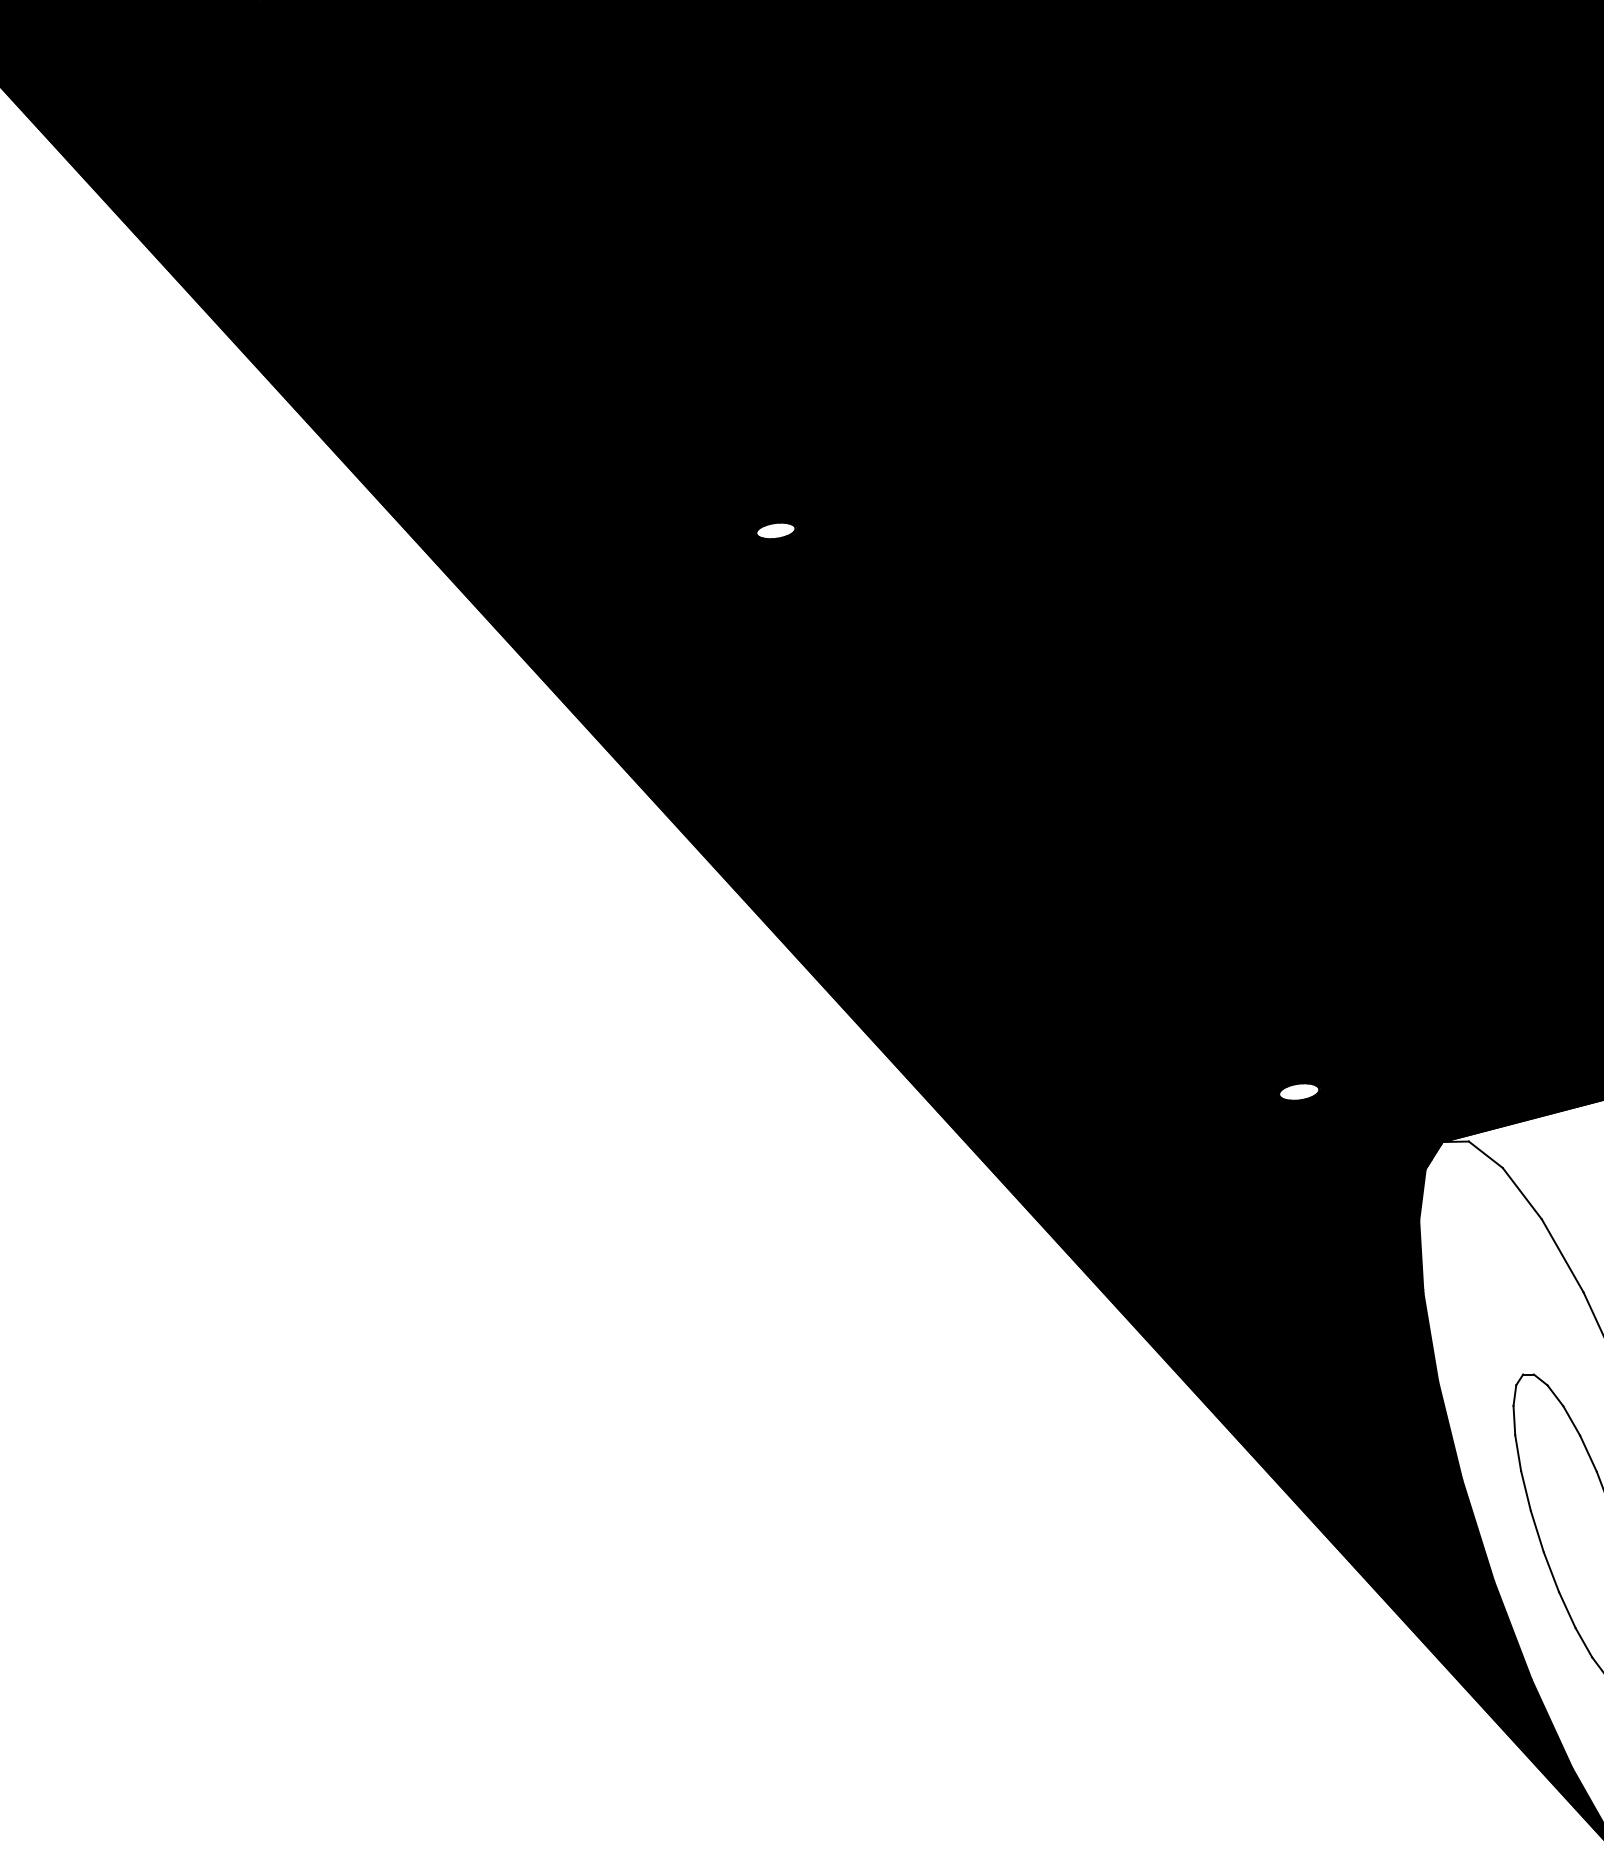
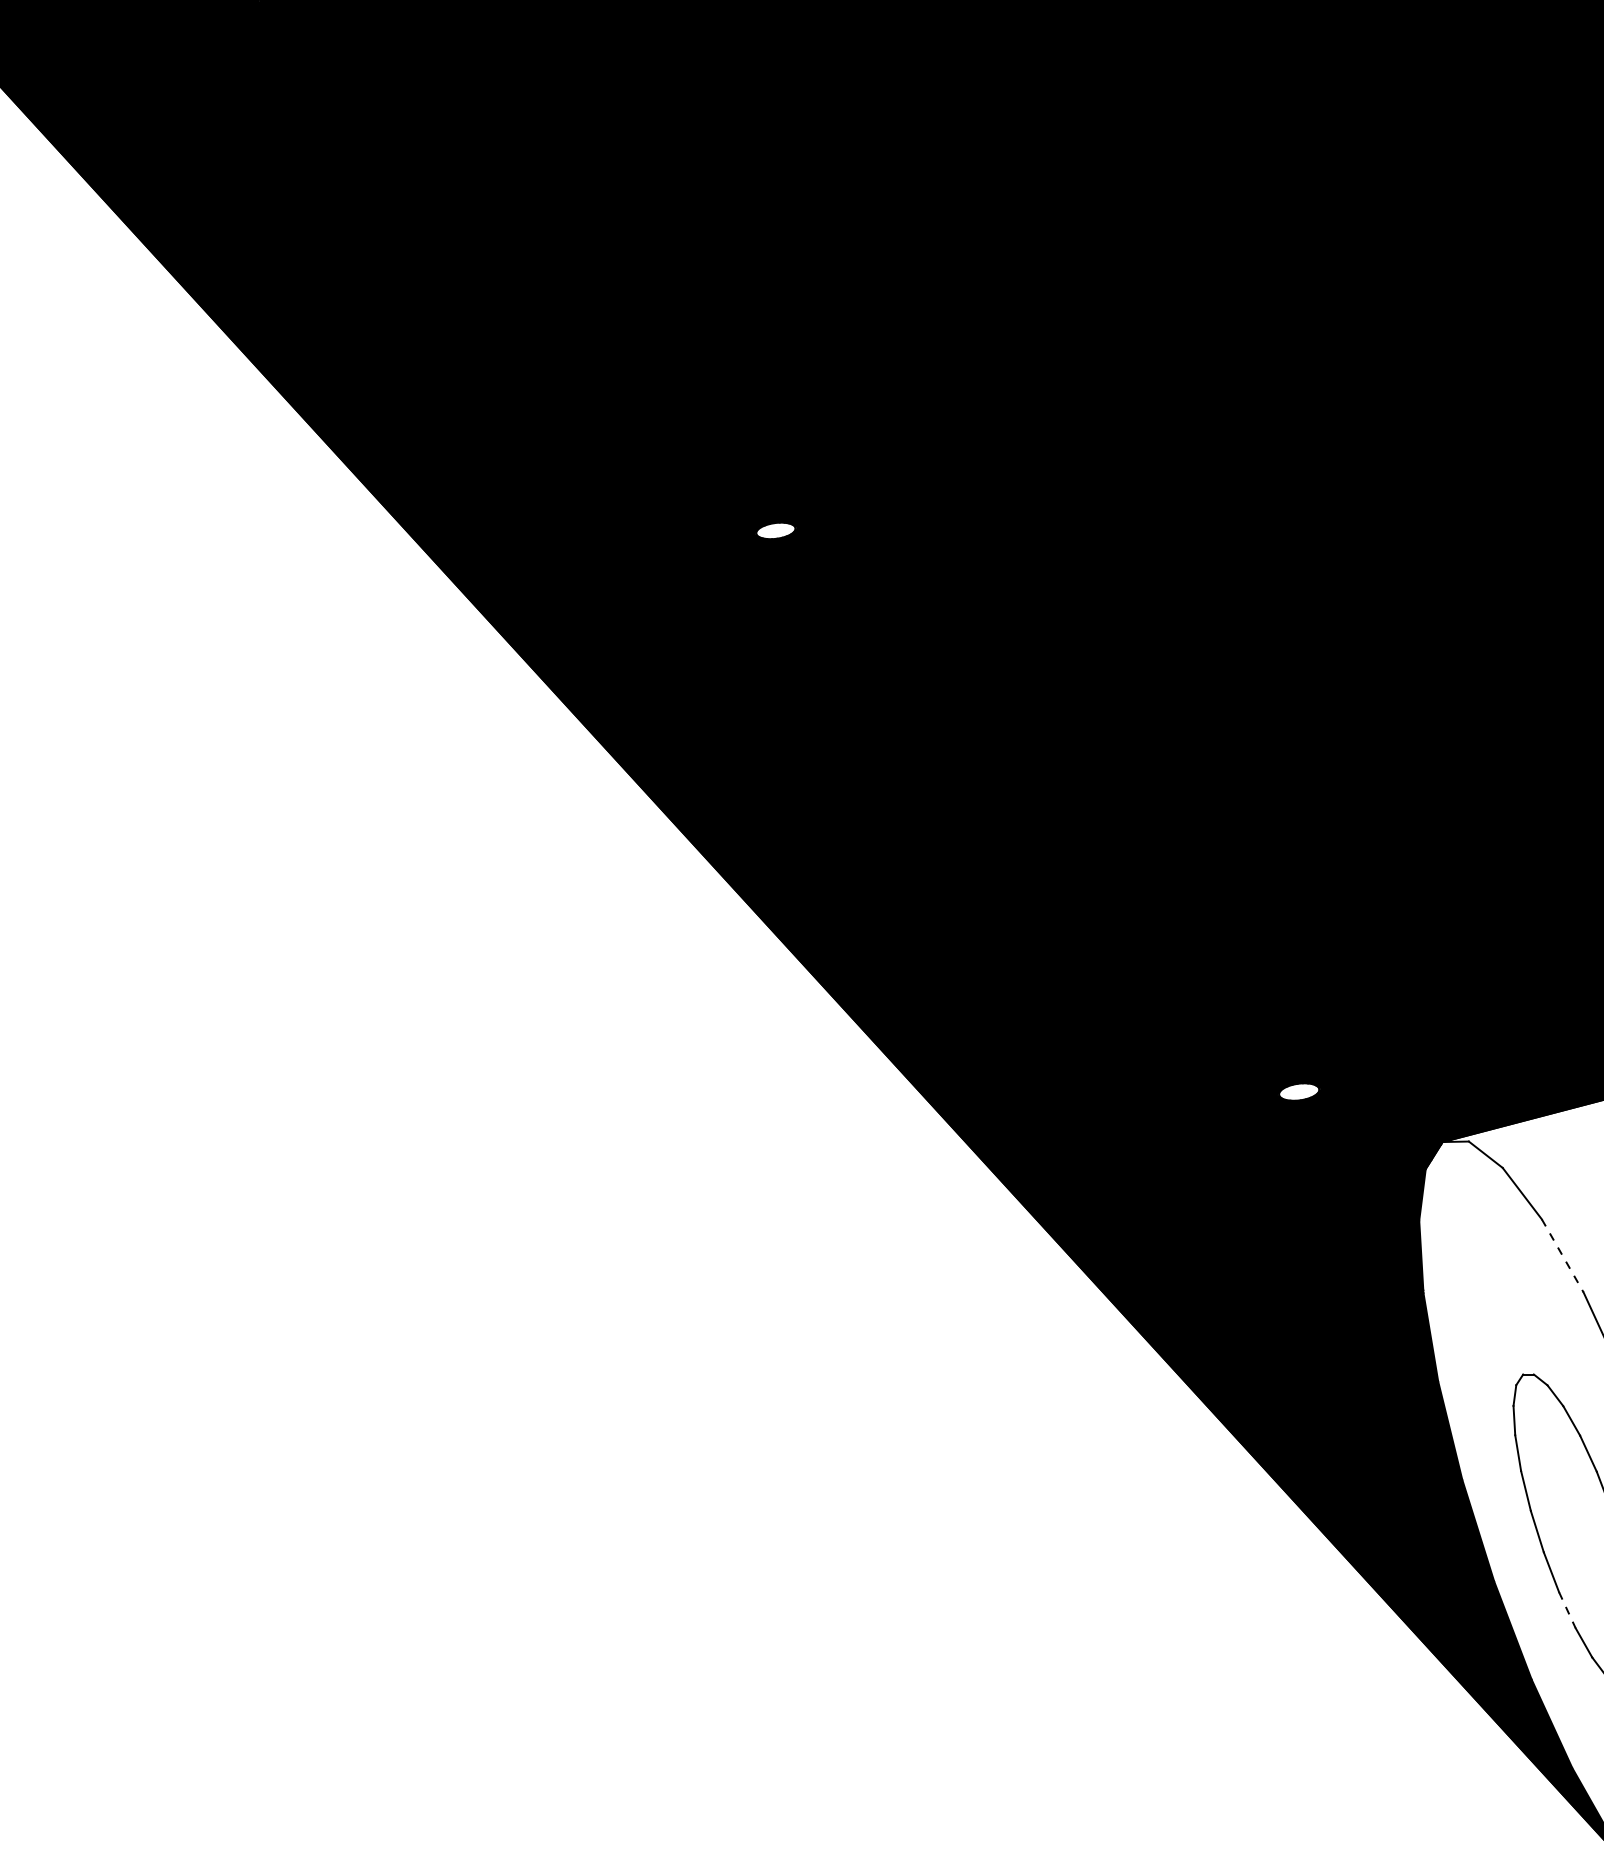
line at (1562, 1256): solid -> dashed
line at (1567, 1610): solid -> dashed
